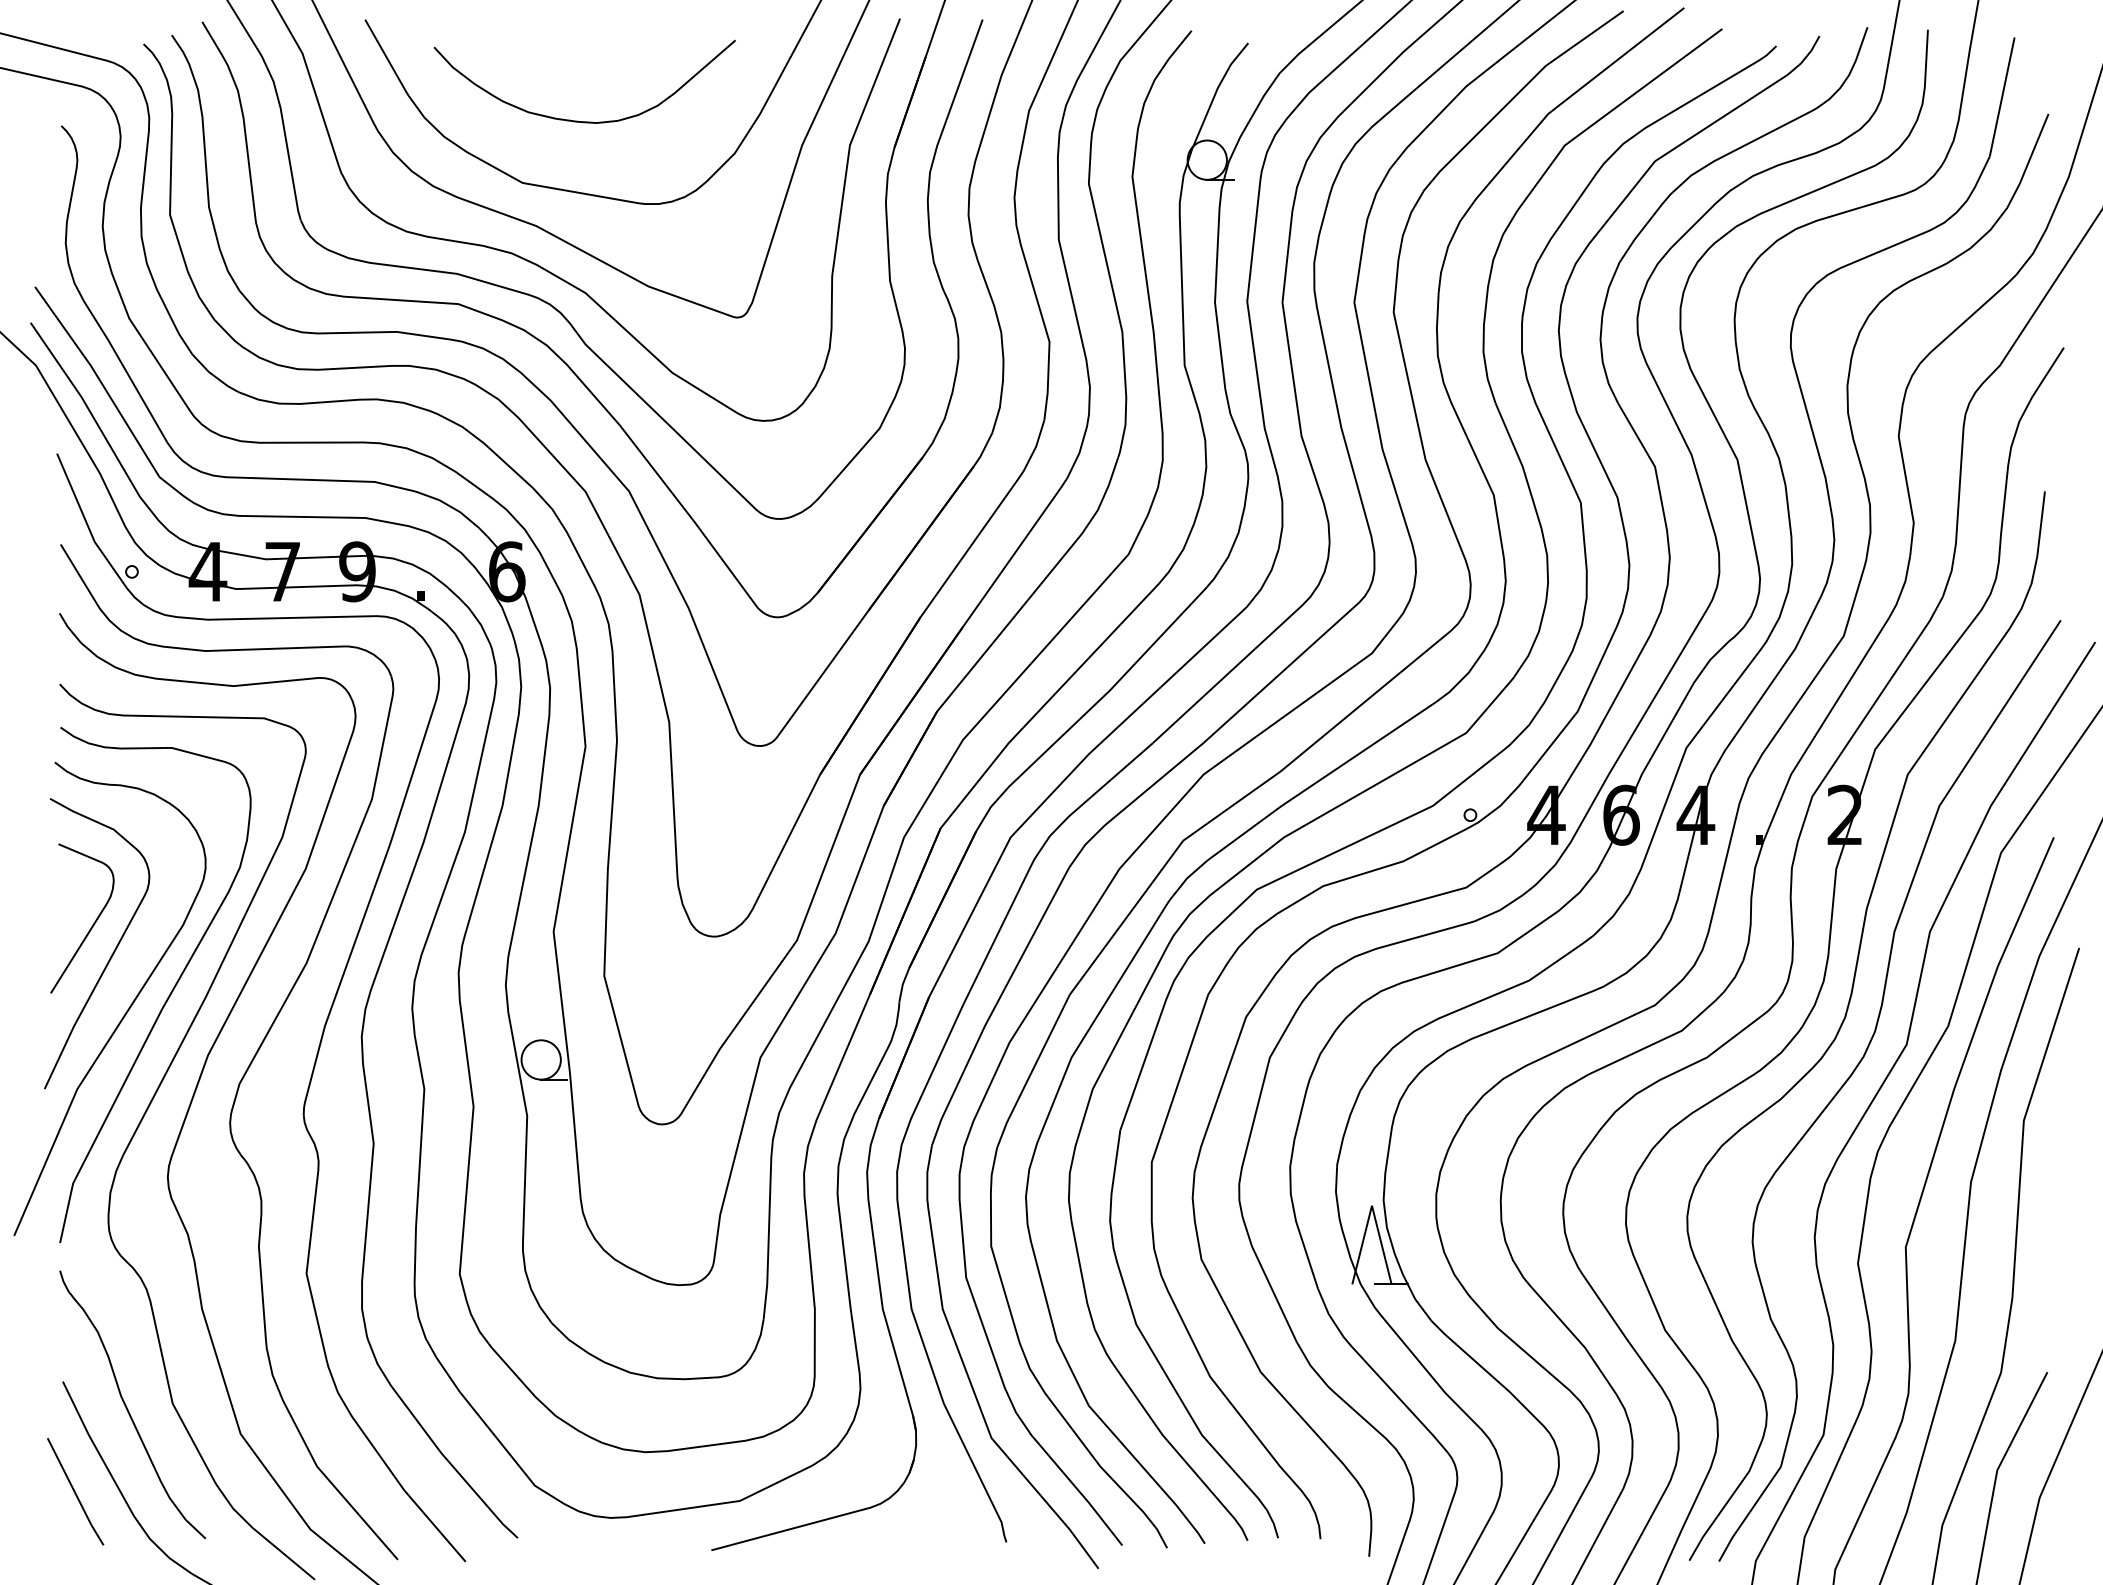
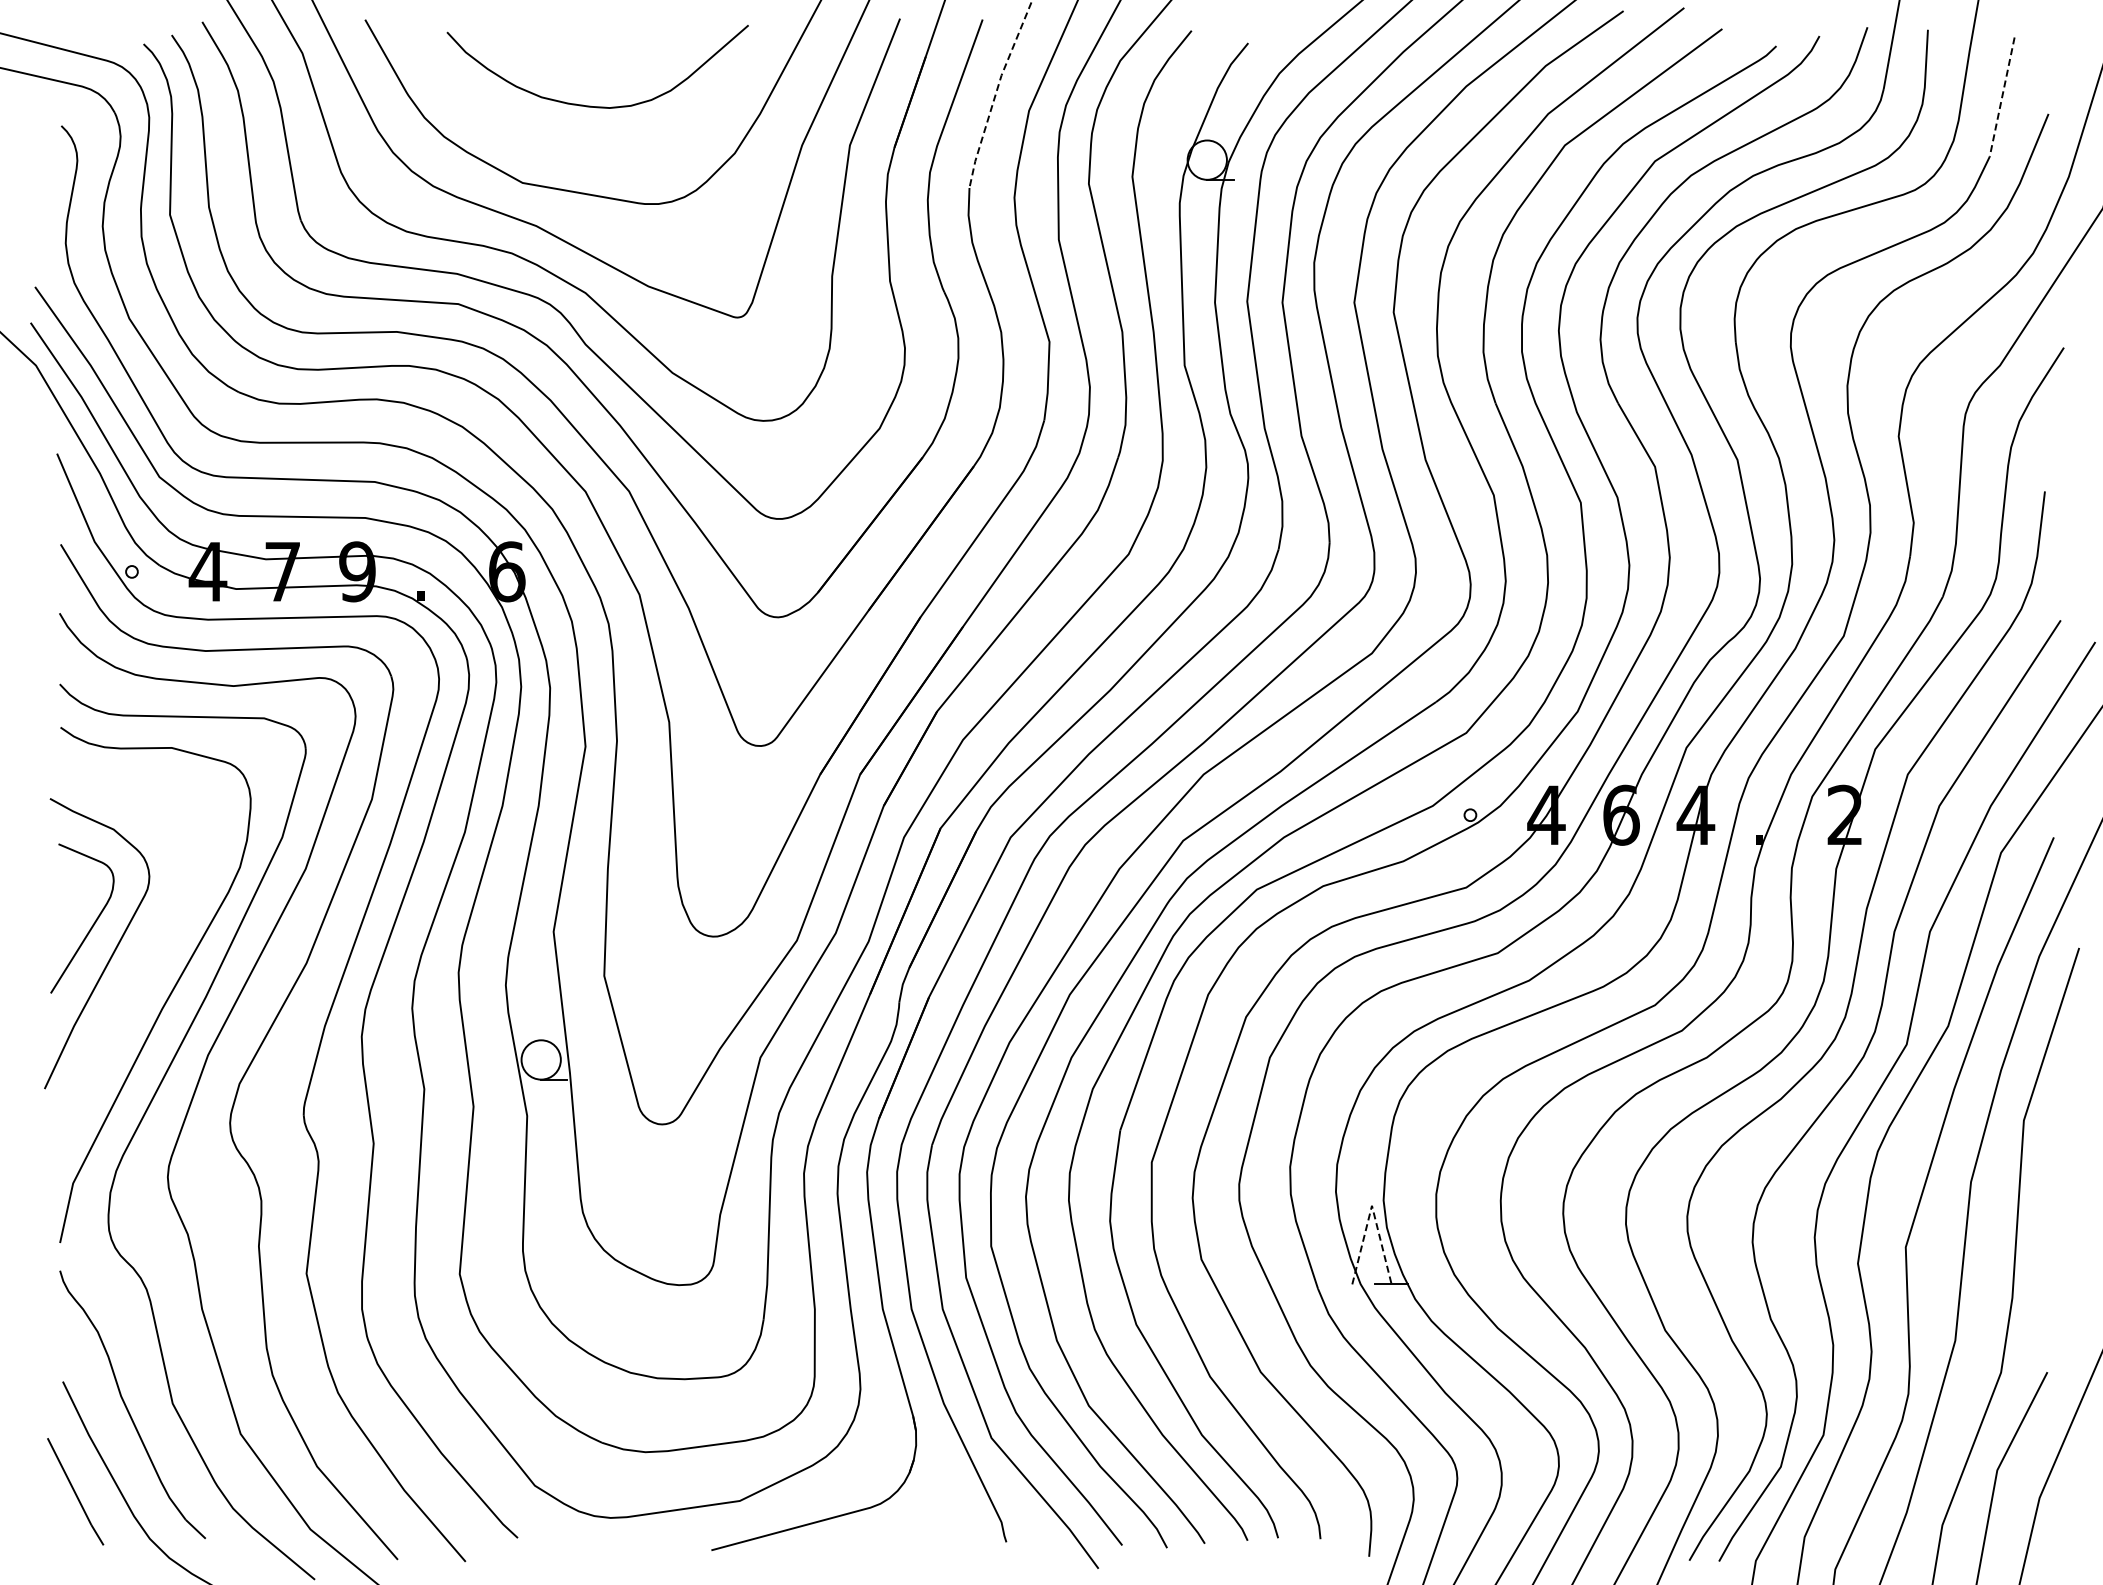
line at (996, 93): solid -> dashed
line at (2002, 97): solid -> dashed
curve at (577, 120) position: (577, 120) -> (590, 105)
curve at (128, 1007): present -> none
line at (1371, 1205): solid -> dashed
